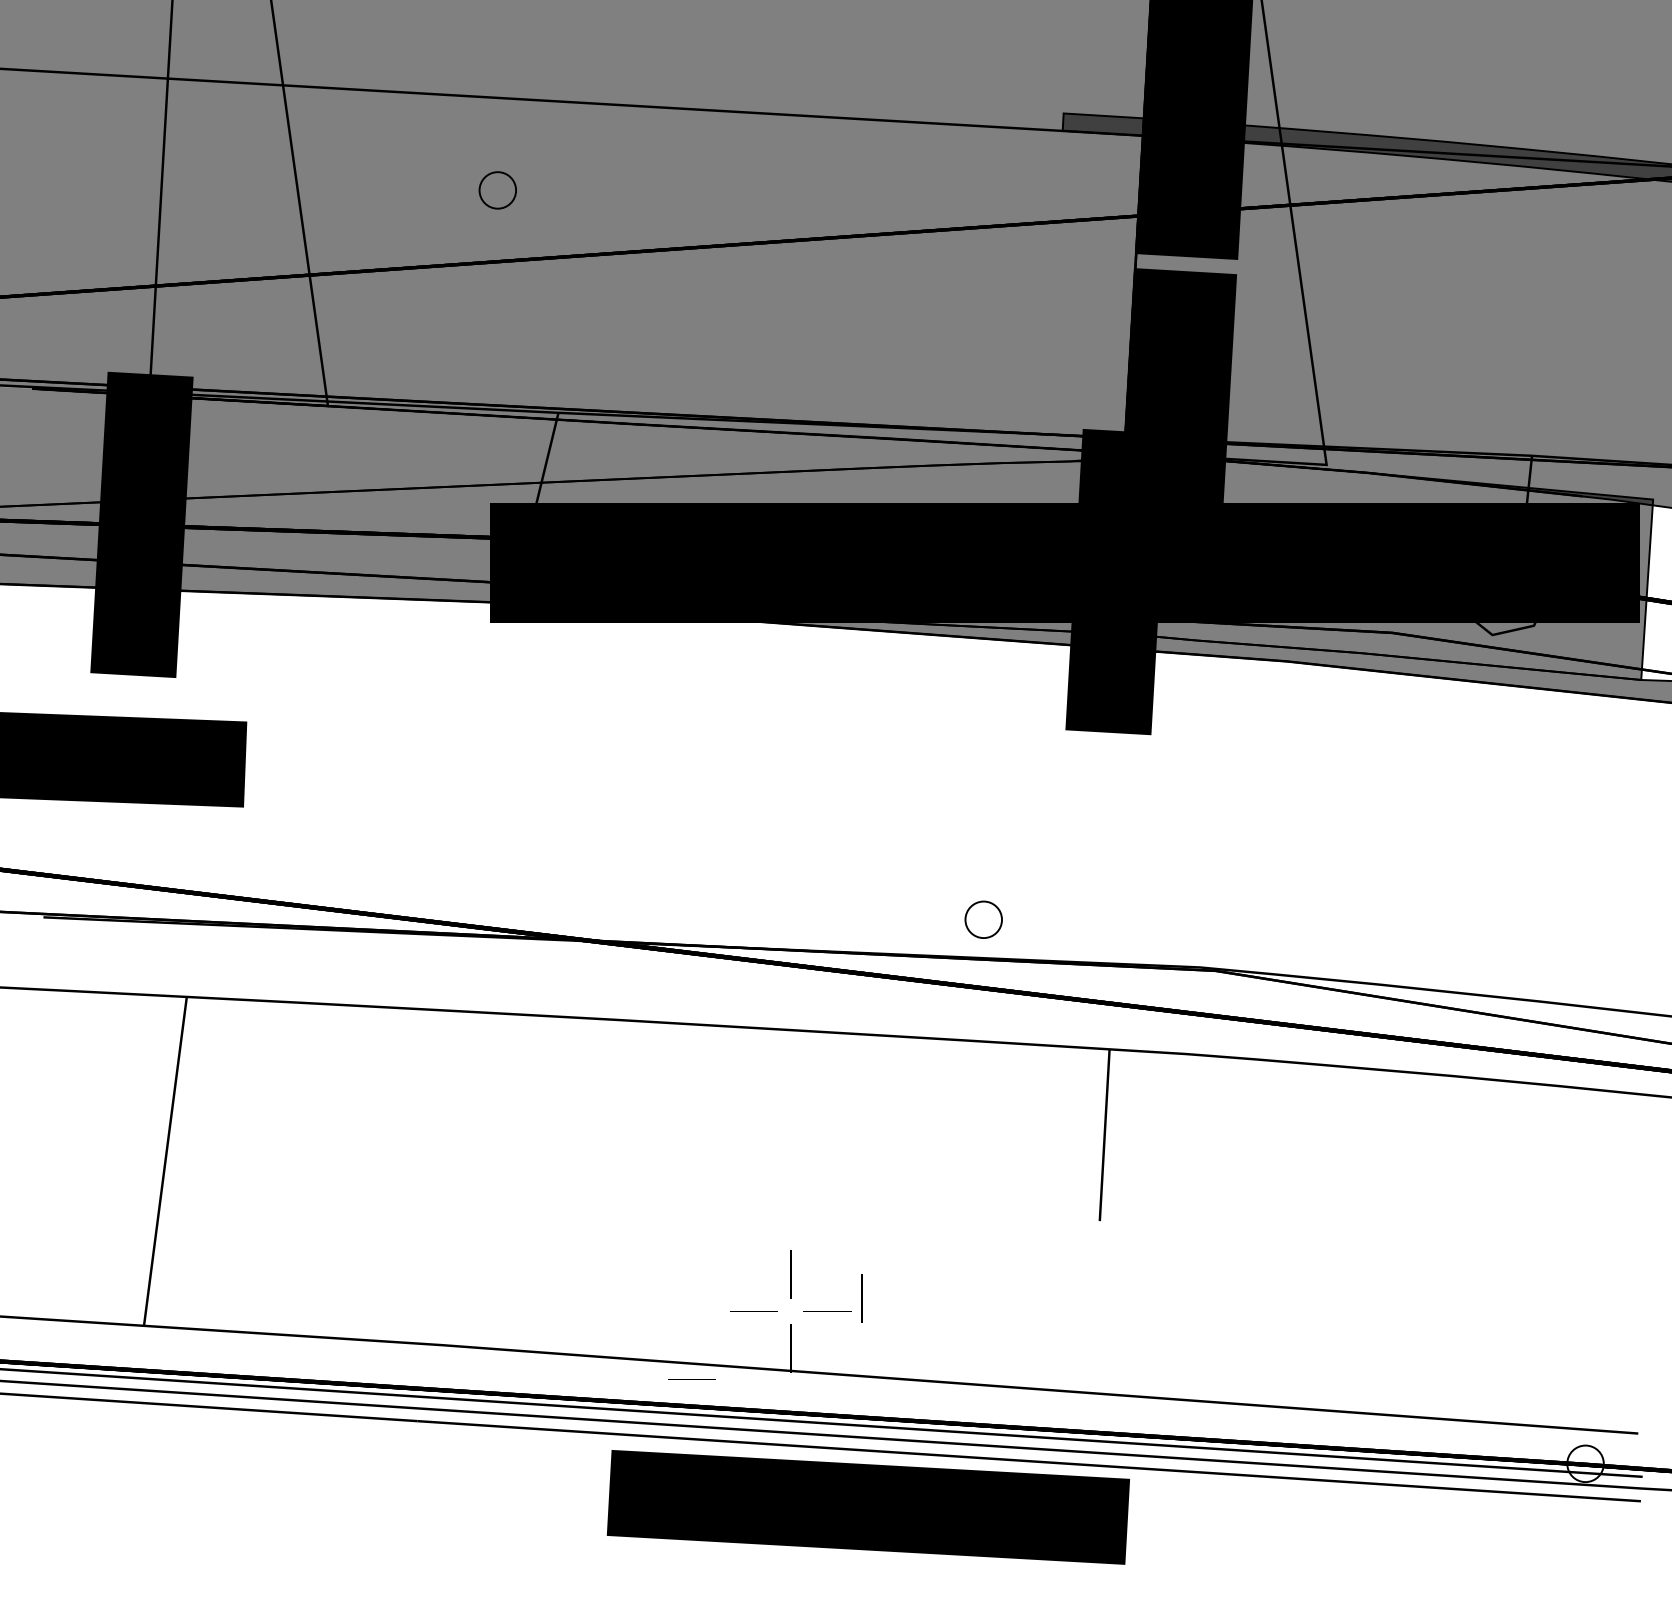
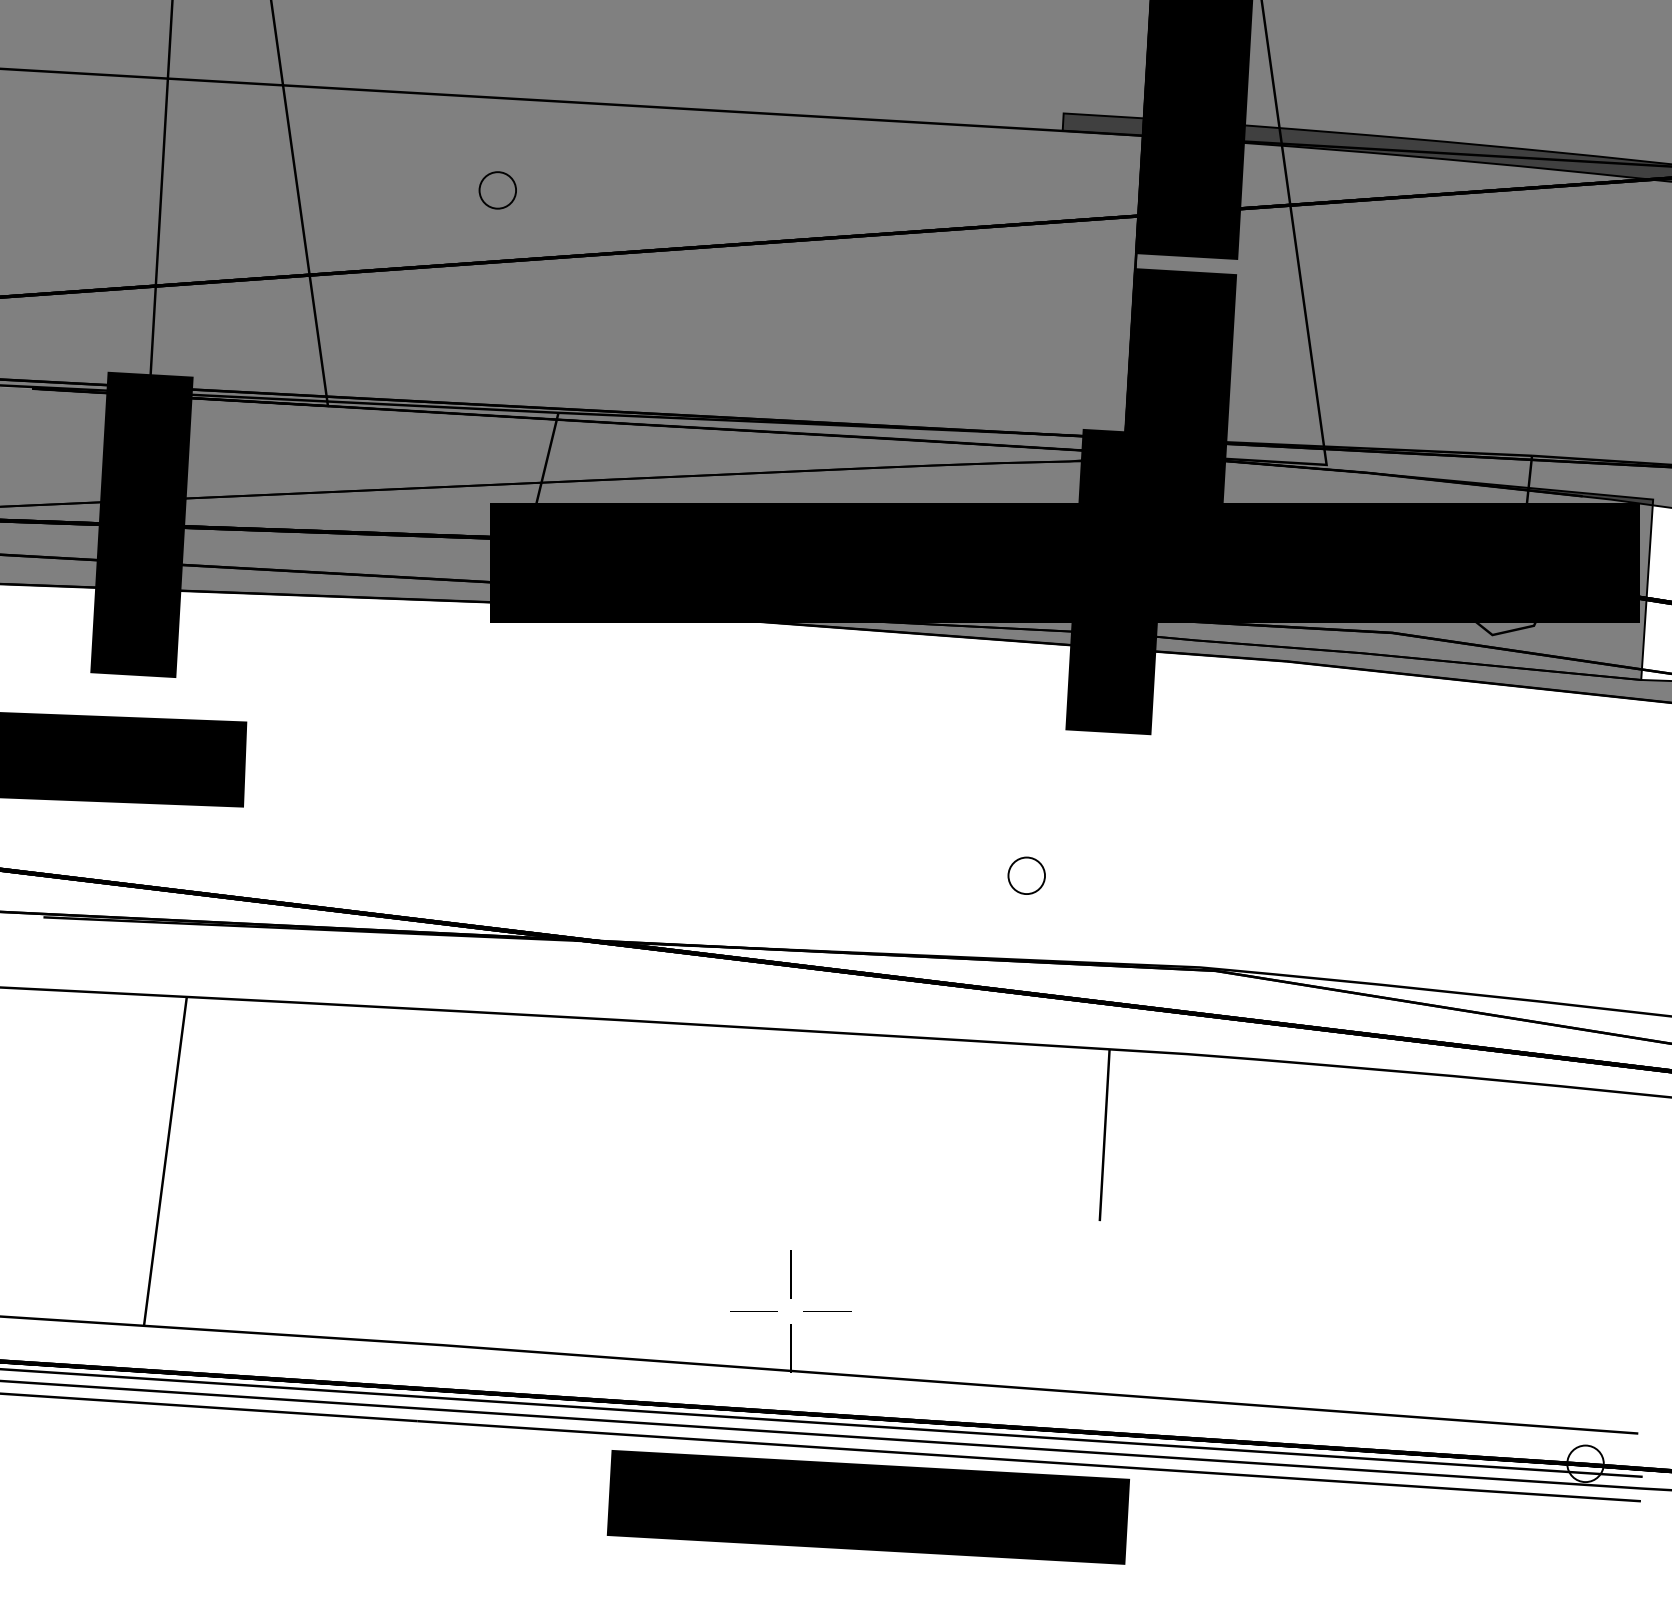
circle at (983, 919) position: (983, 919) -> (1026, 875)
line at (861, 1298): present -> none
line at (691, 1379): present -> none
